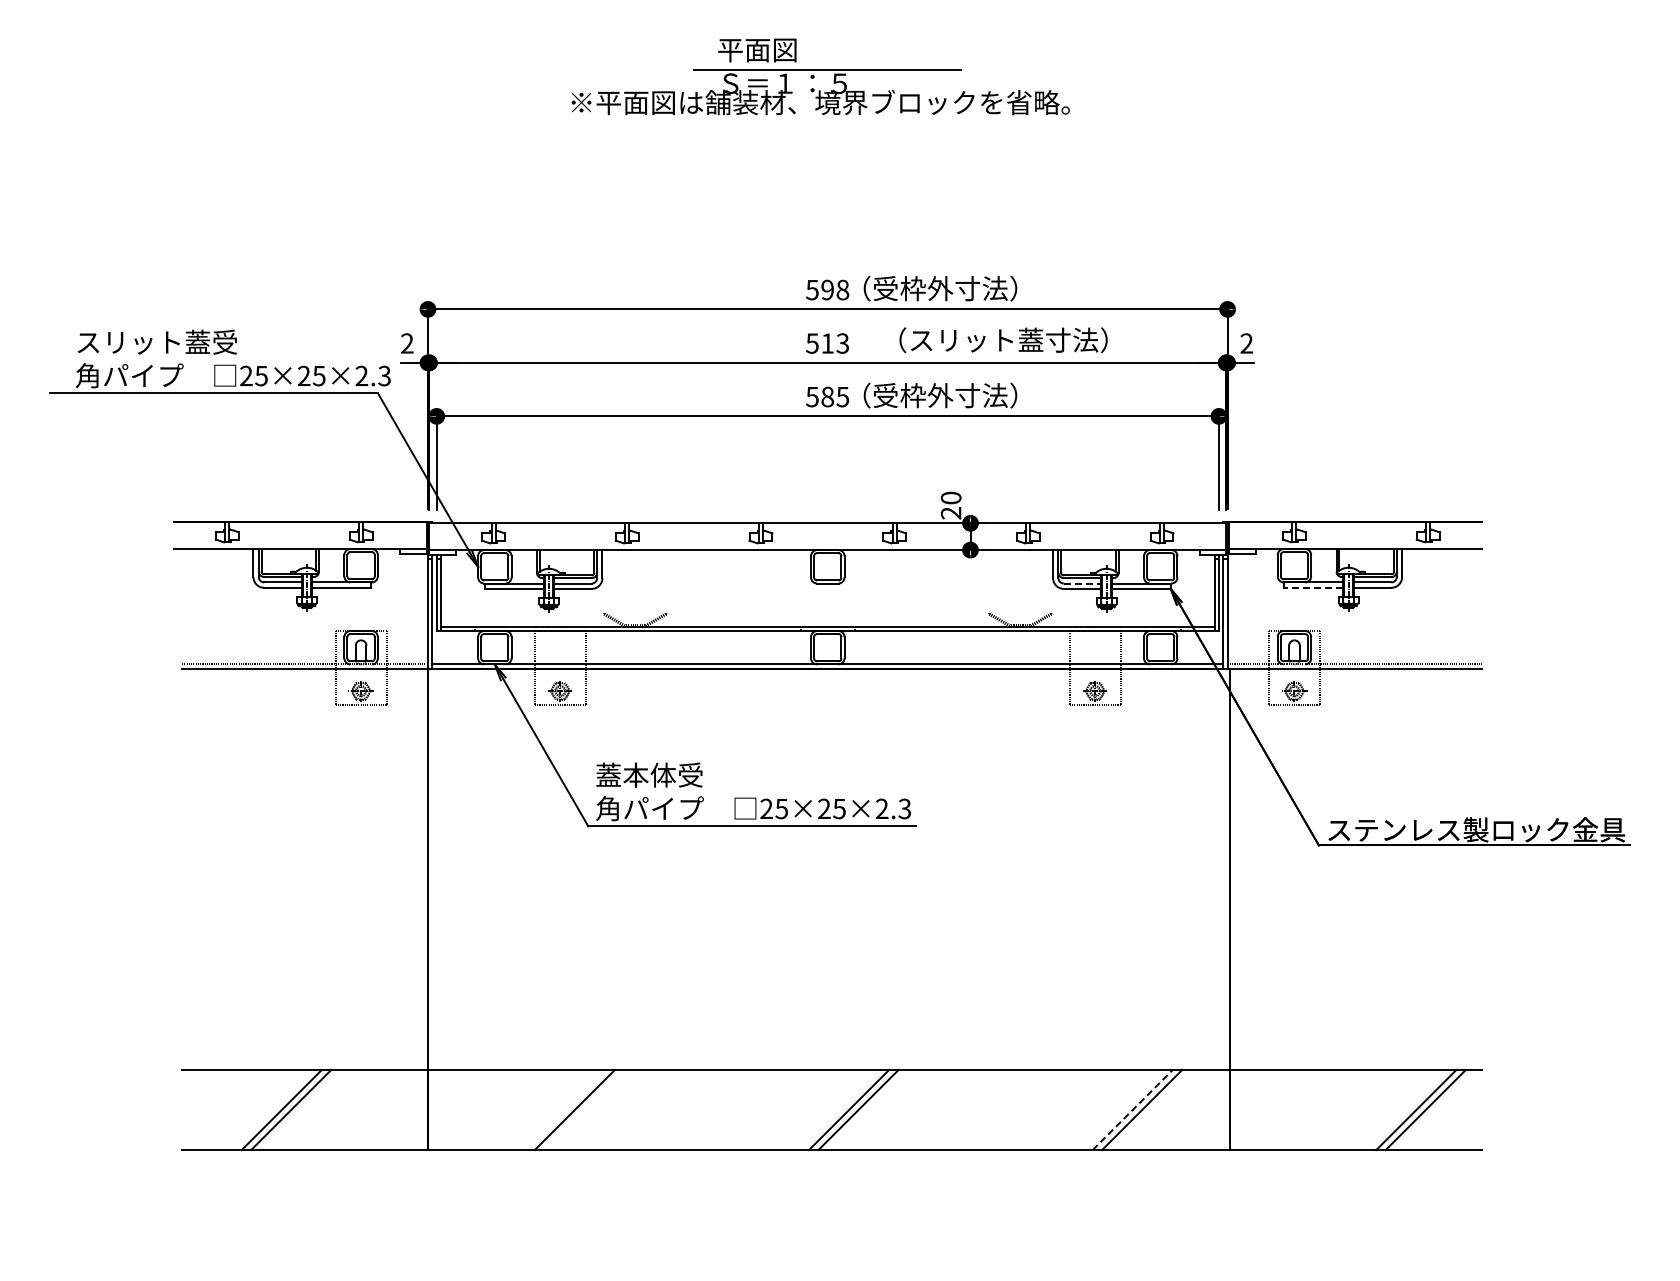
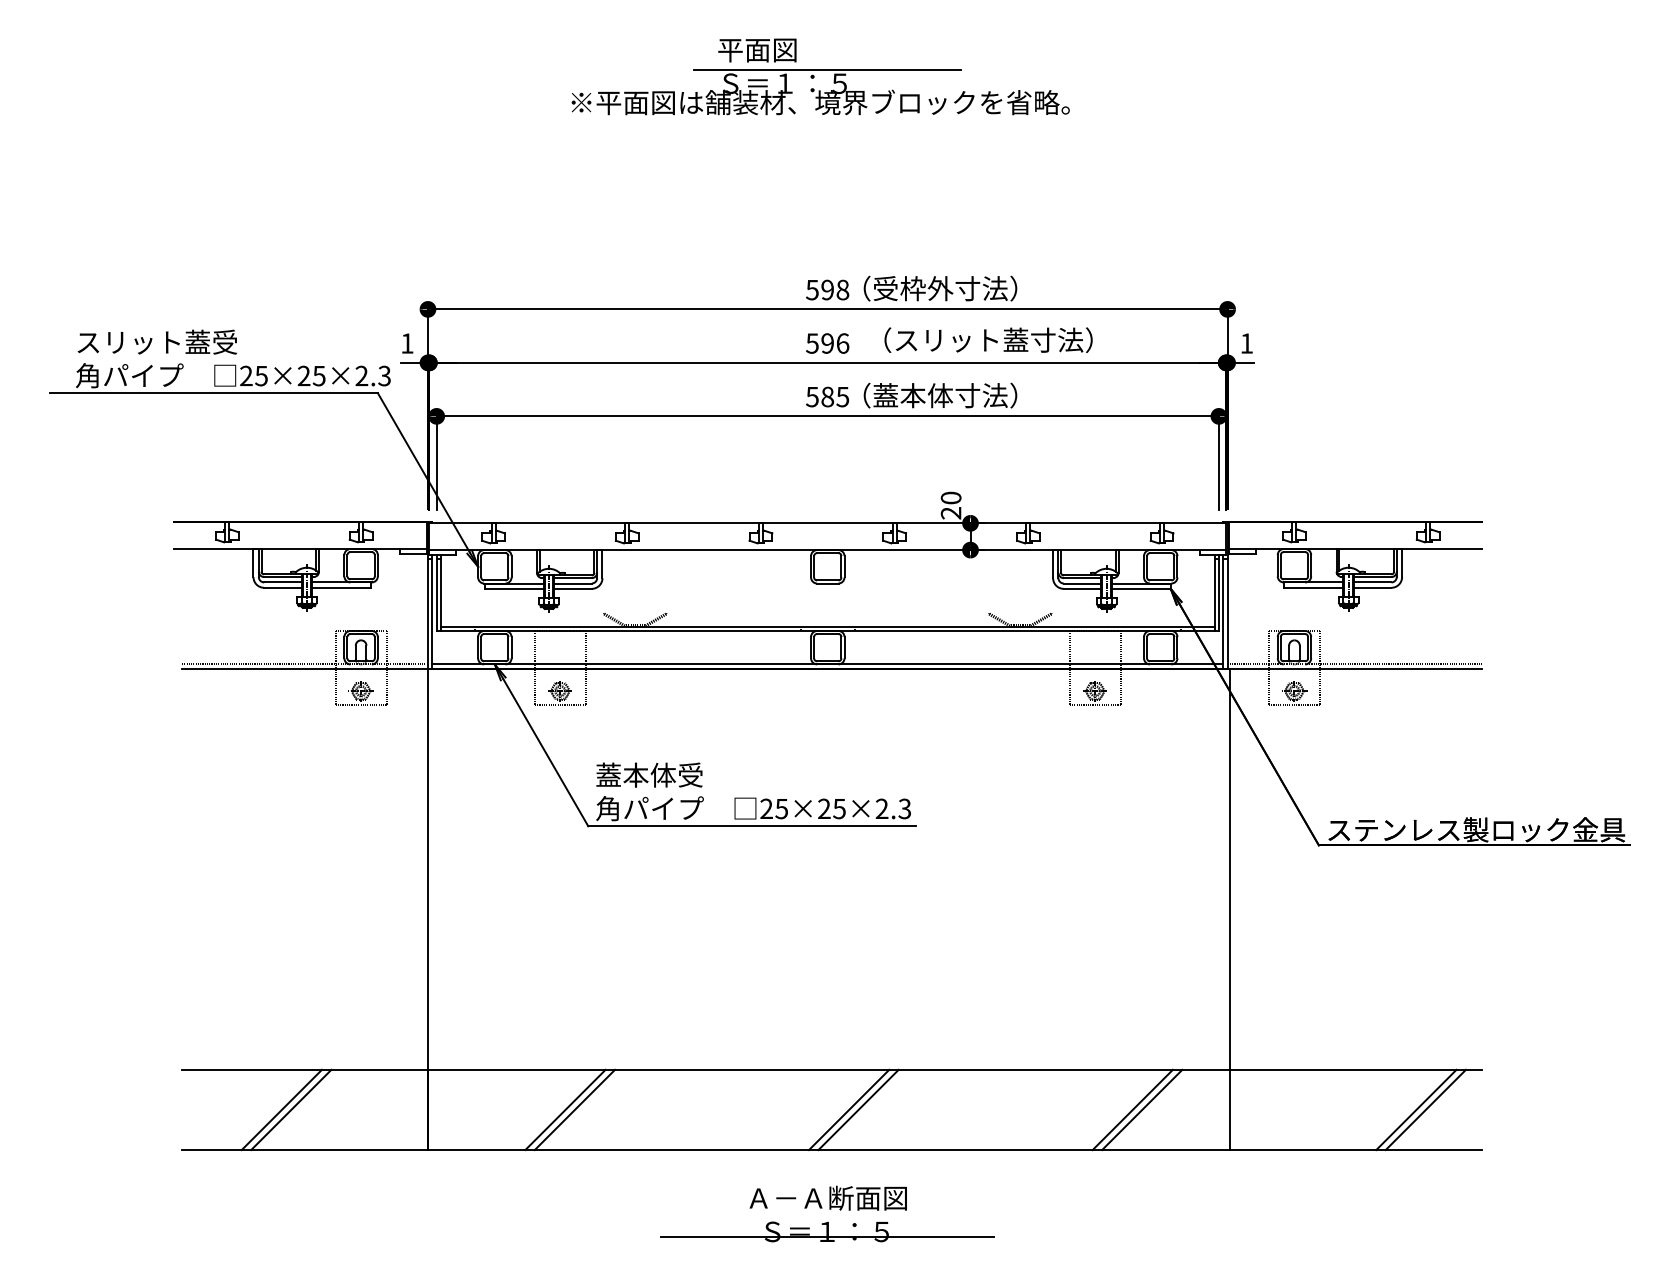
text at (1003, 339) position: (1003, 339) -> (988, 339)
text at (407, 343): 2 -> 1
text at (835, 343): 513 -> 596
text at (1246, 343): 2 -> 1
text at (913, 395): （受枠外寸法） -> （蓋本体寸法）
line at (1082, 583): dashed -> solid
line at (1313, 587): dashed -> solid
line at (565, 1109): none -> present
line at (1132, 1109): dashed -> solid
part at (827, 1213): none -> present
